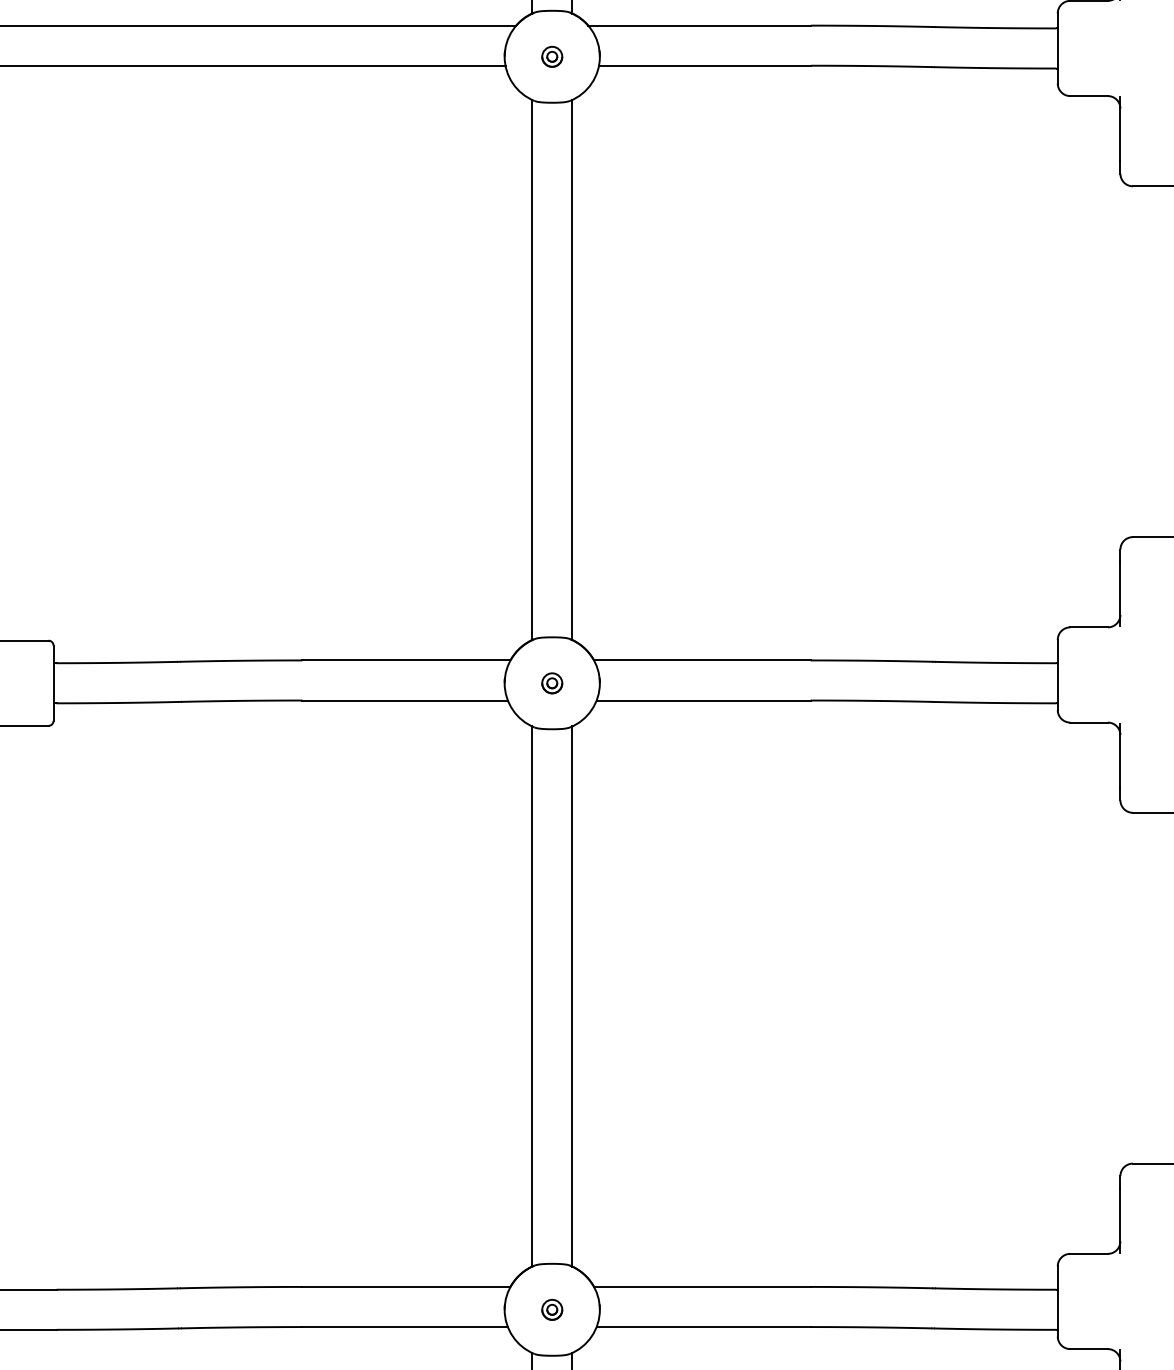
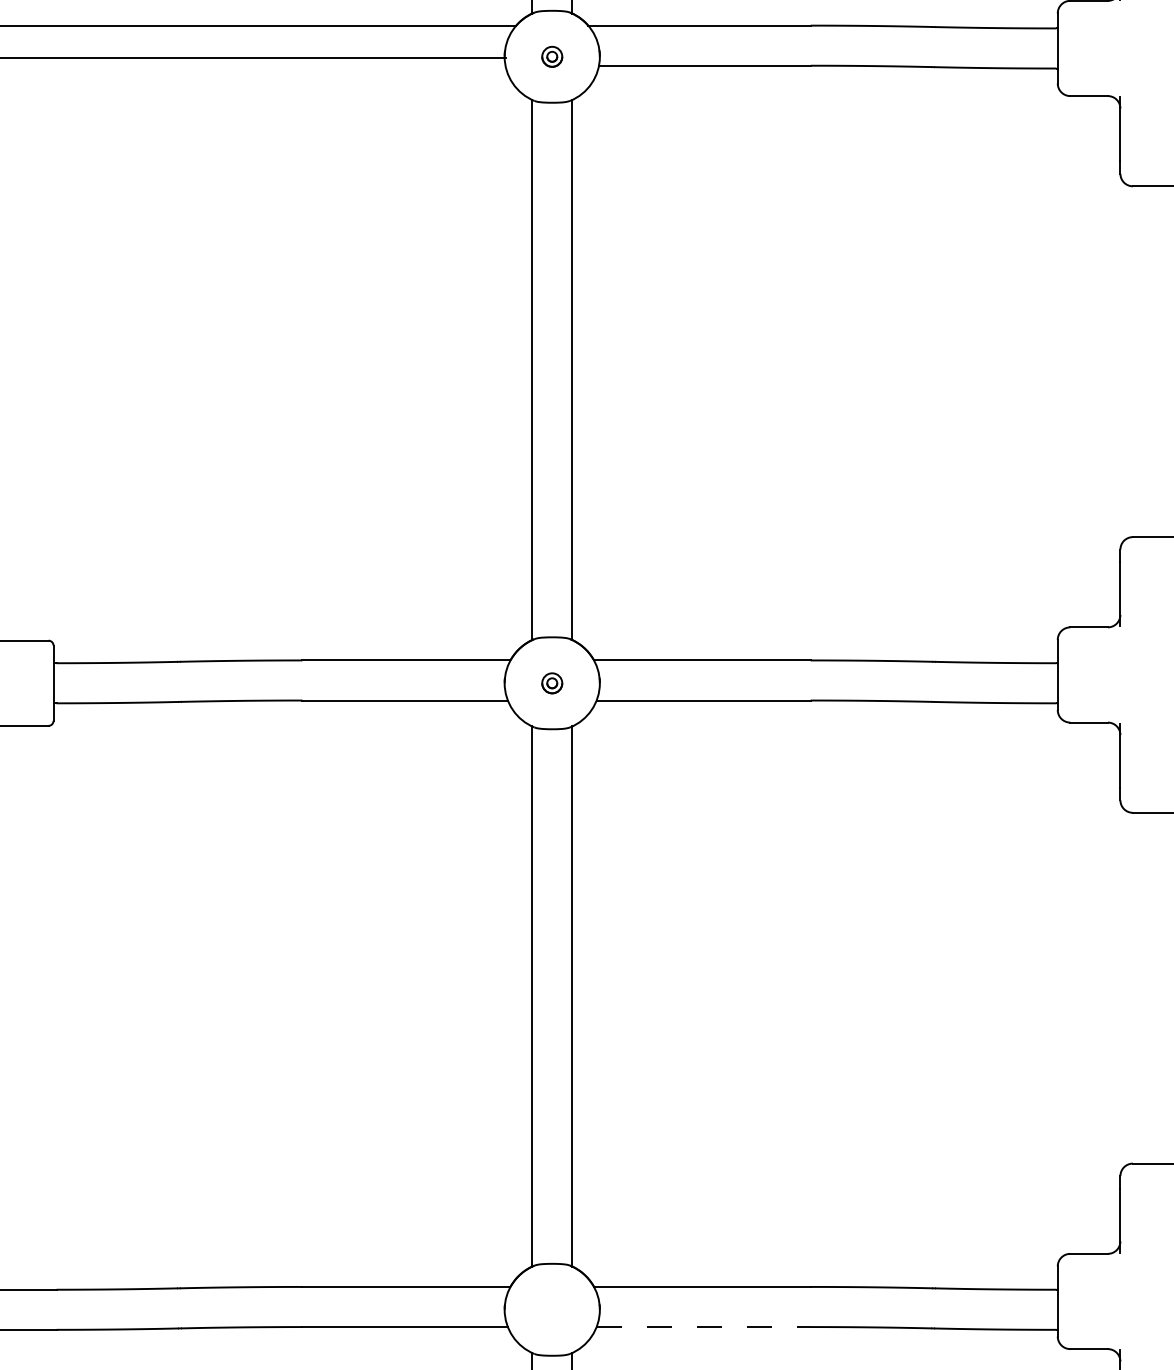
line at (253, 65) position: (253, 65) -> (253, 57)
part at (552, 1309): present -> none
line at (704, 1327): solid -> dashed
